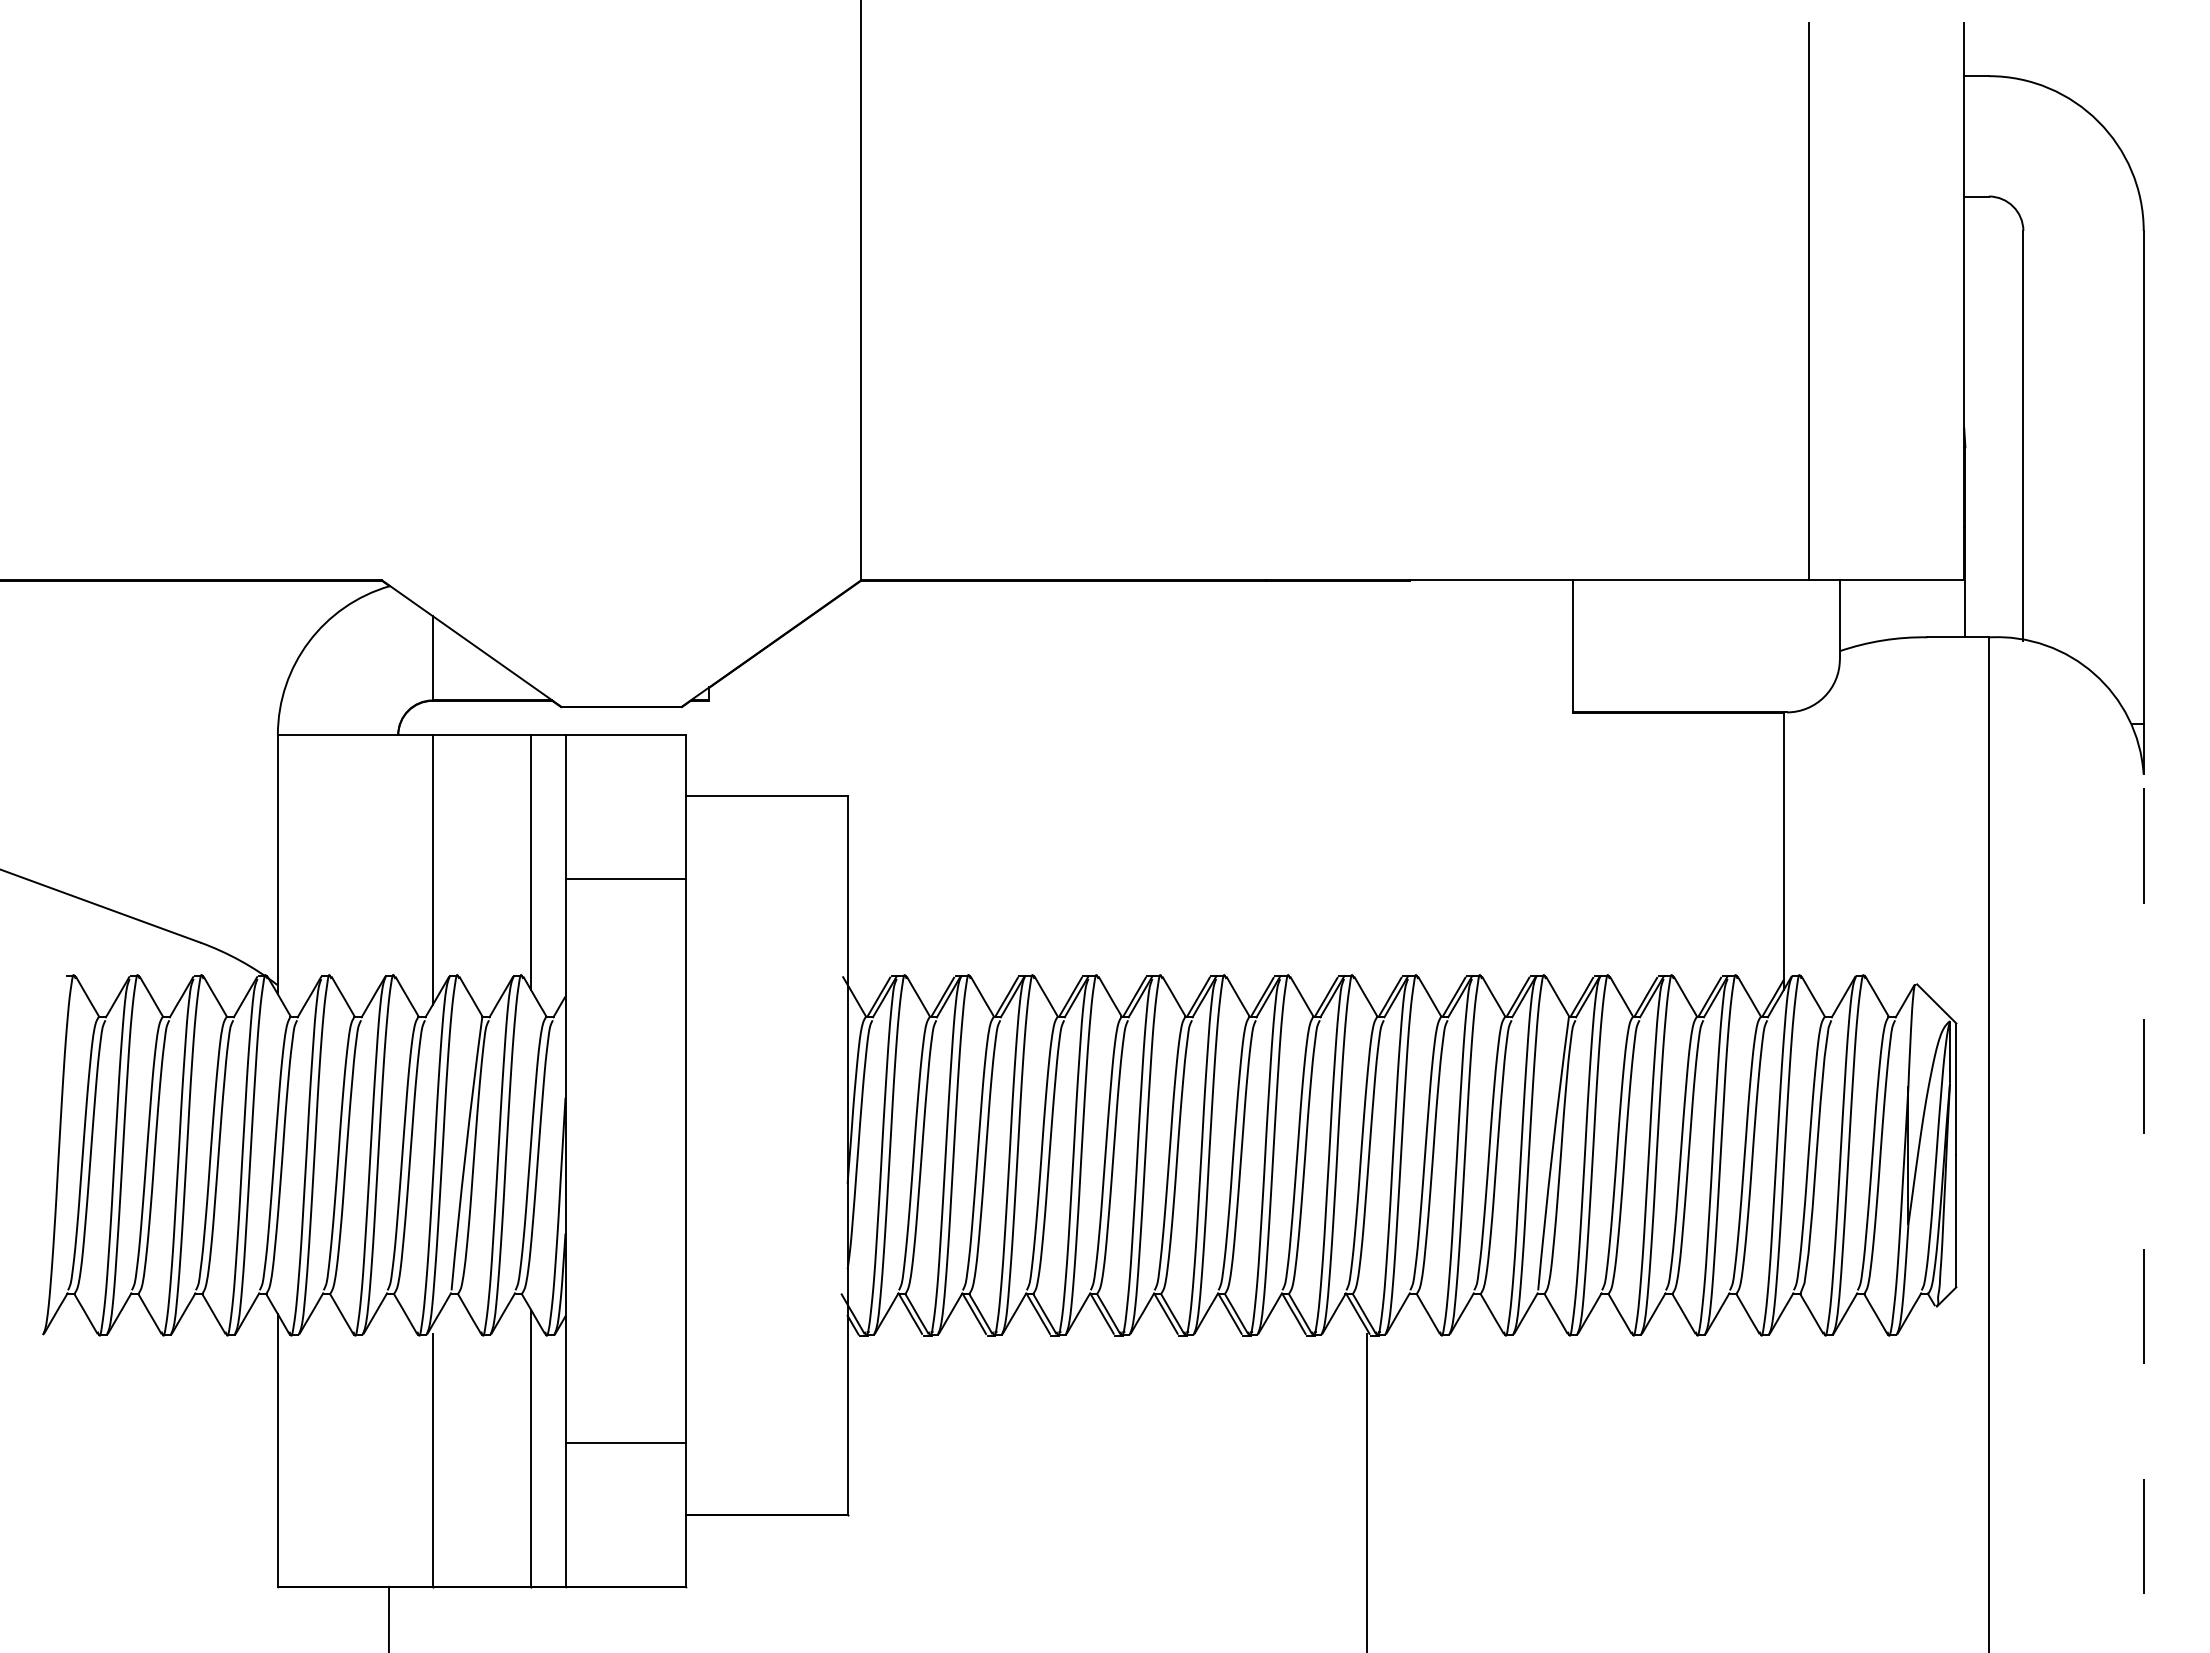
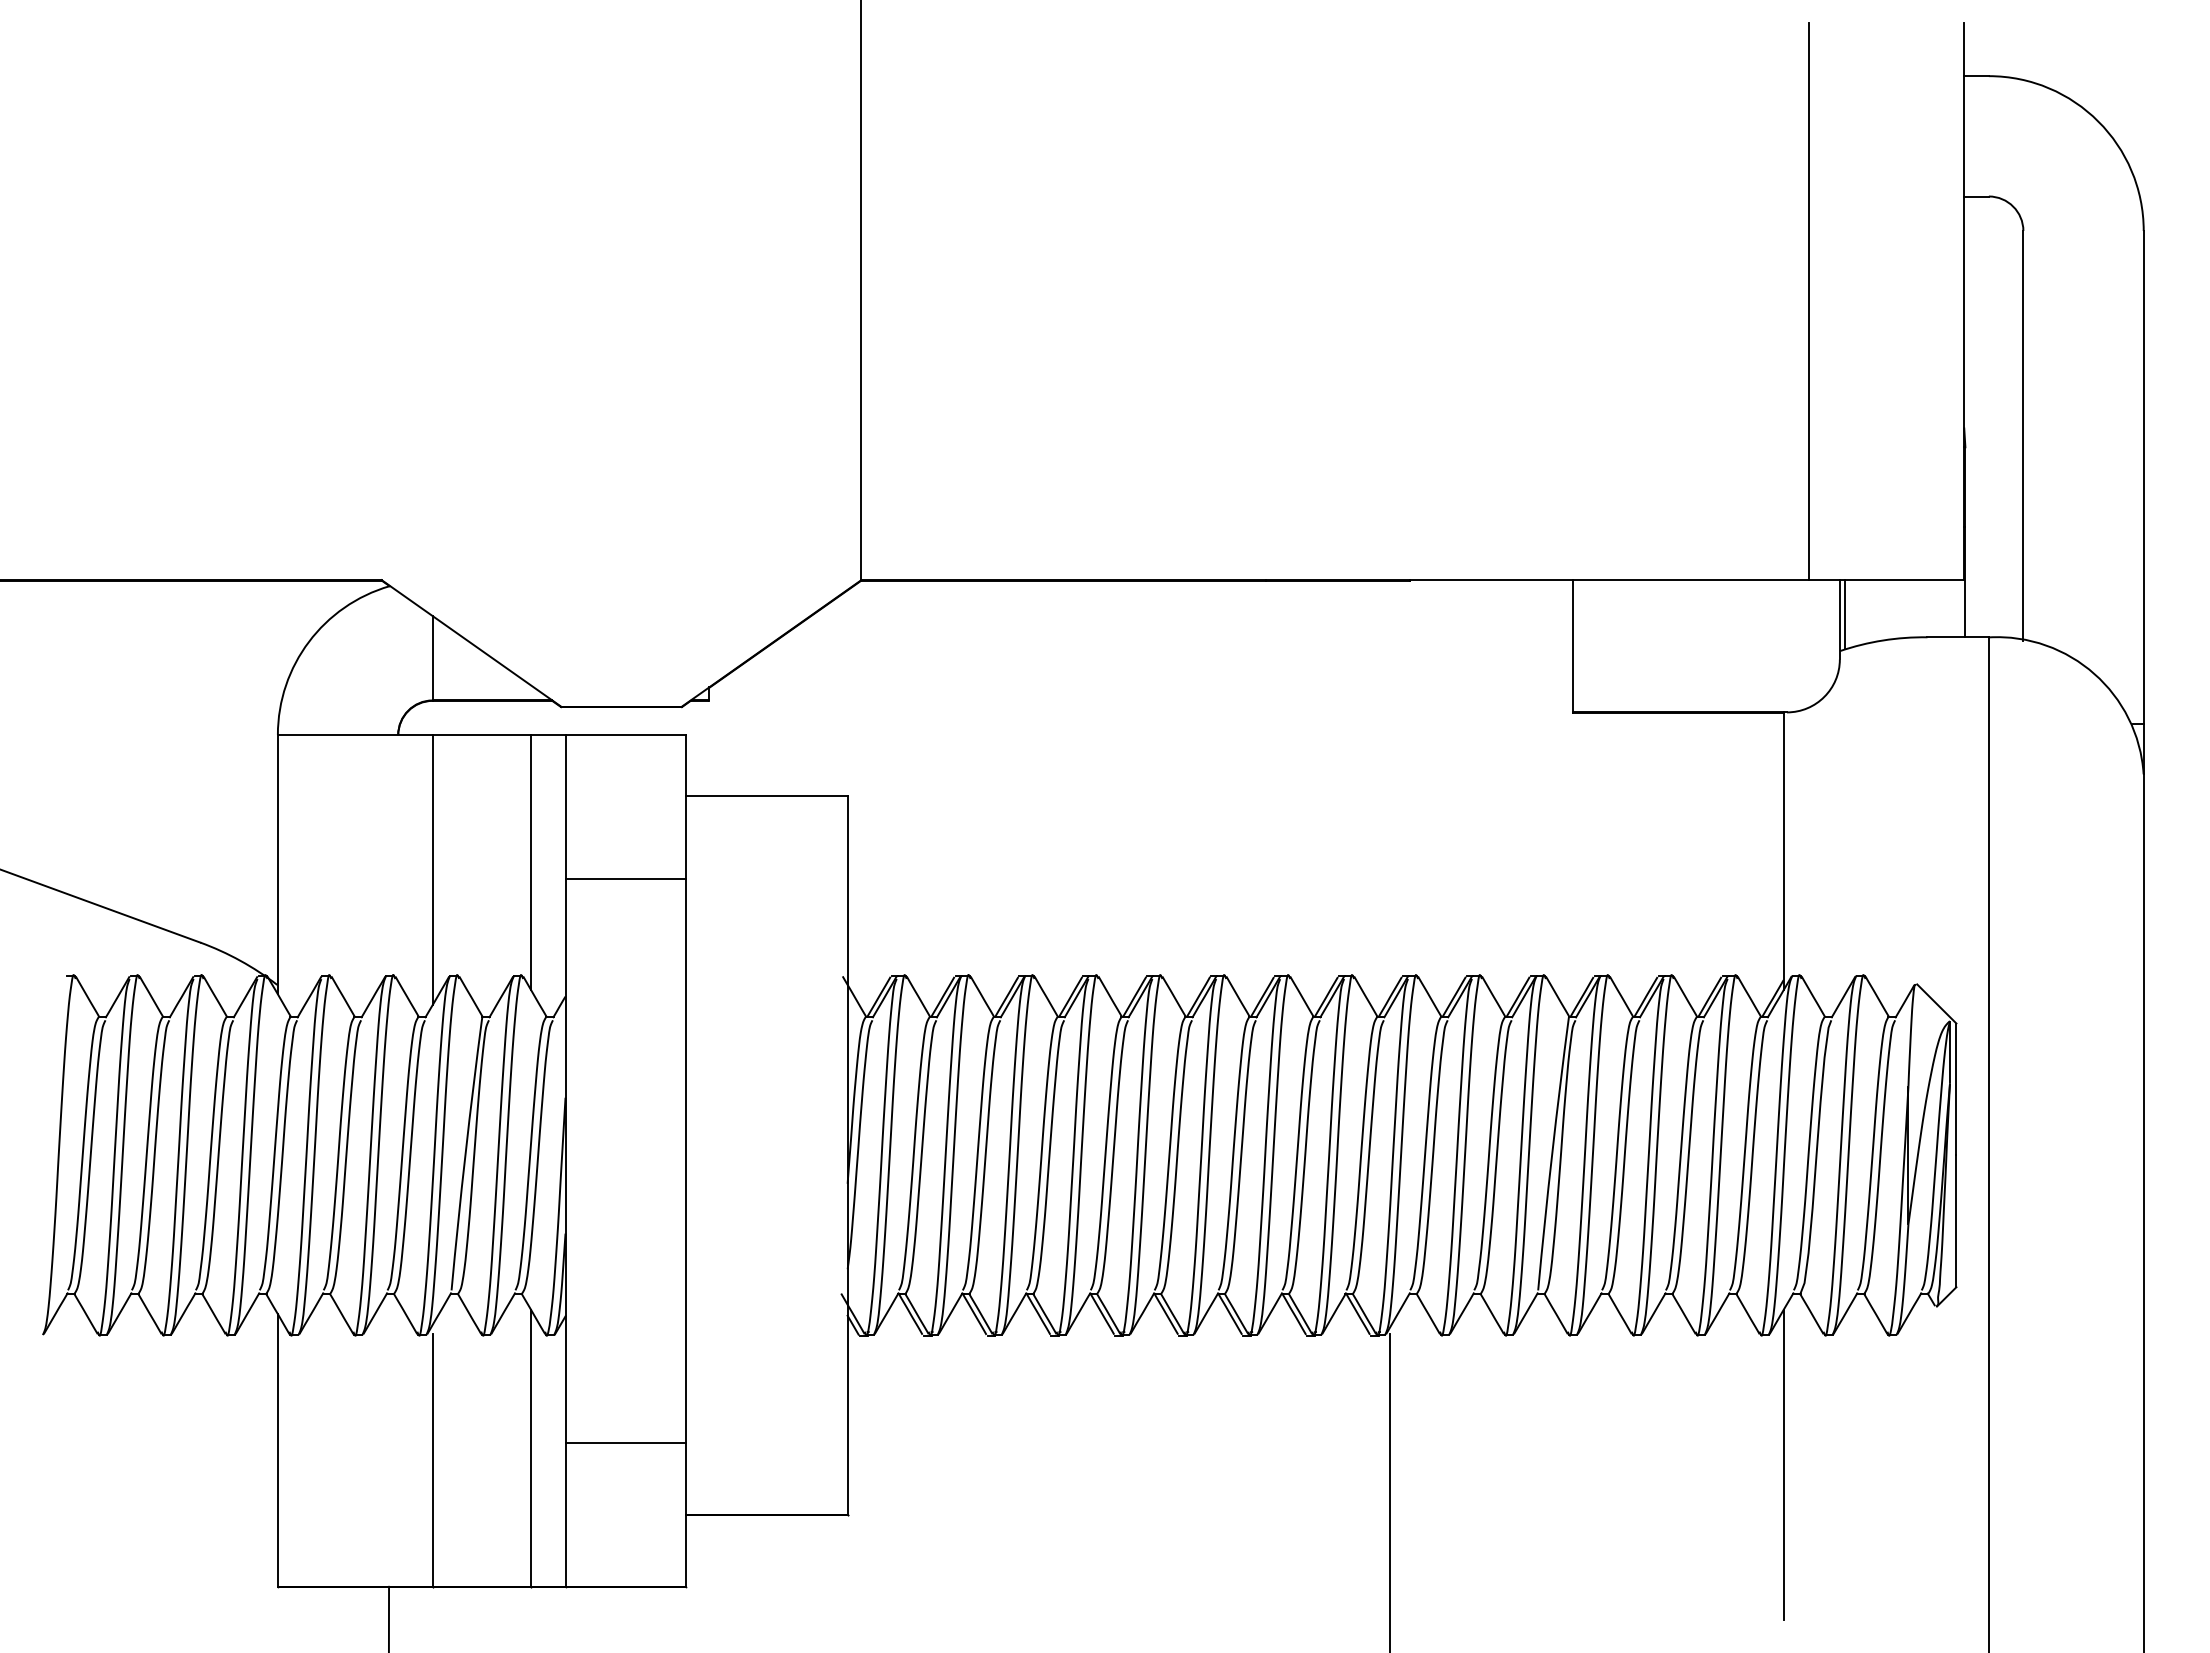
line at (1845, 614): none -> present
line at (2143, 1213): dashed -> solid
line at (1783, 1464): none -> present
line at (1367, 1491) position: (1367, 1491) -> (1390, 1491)
